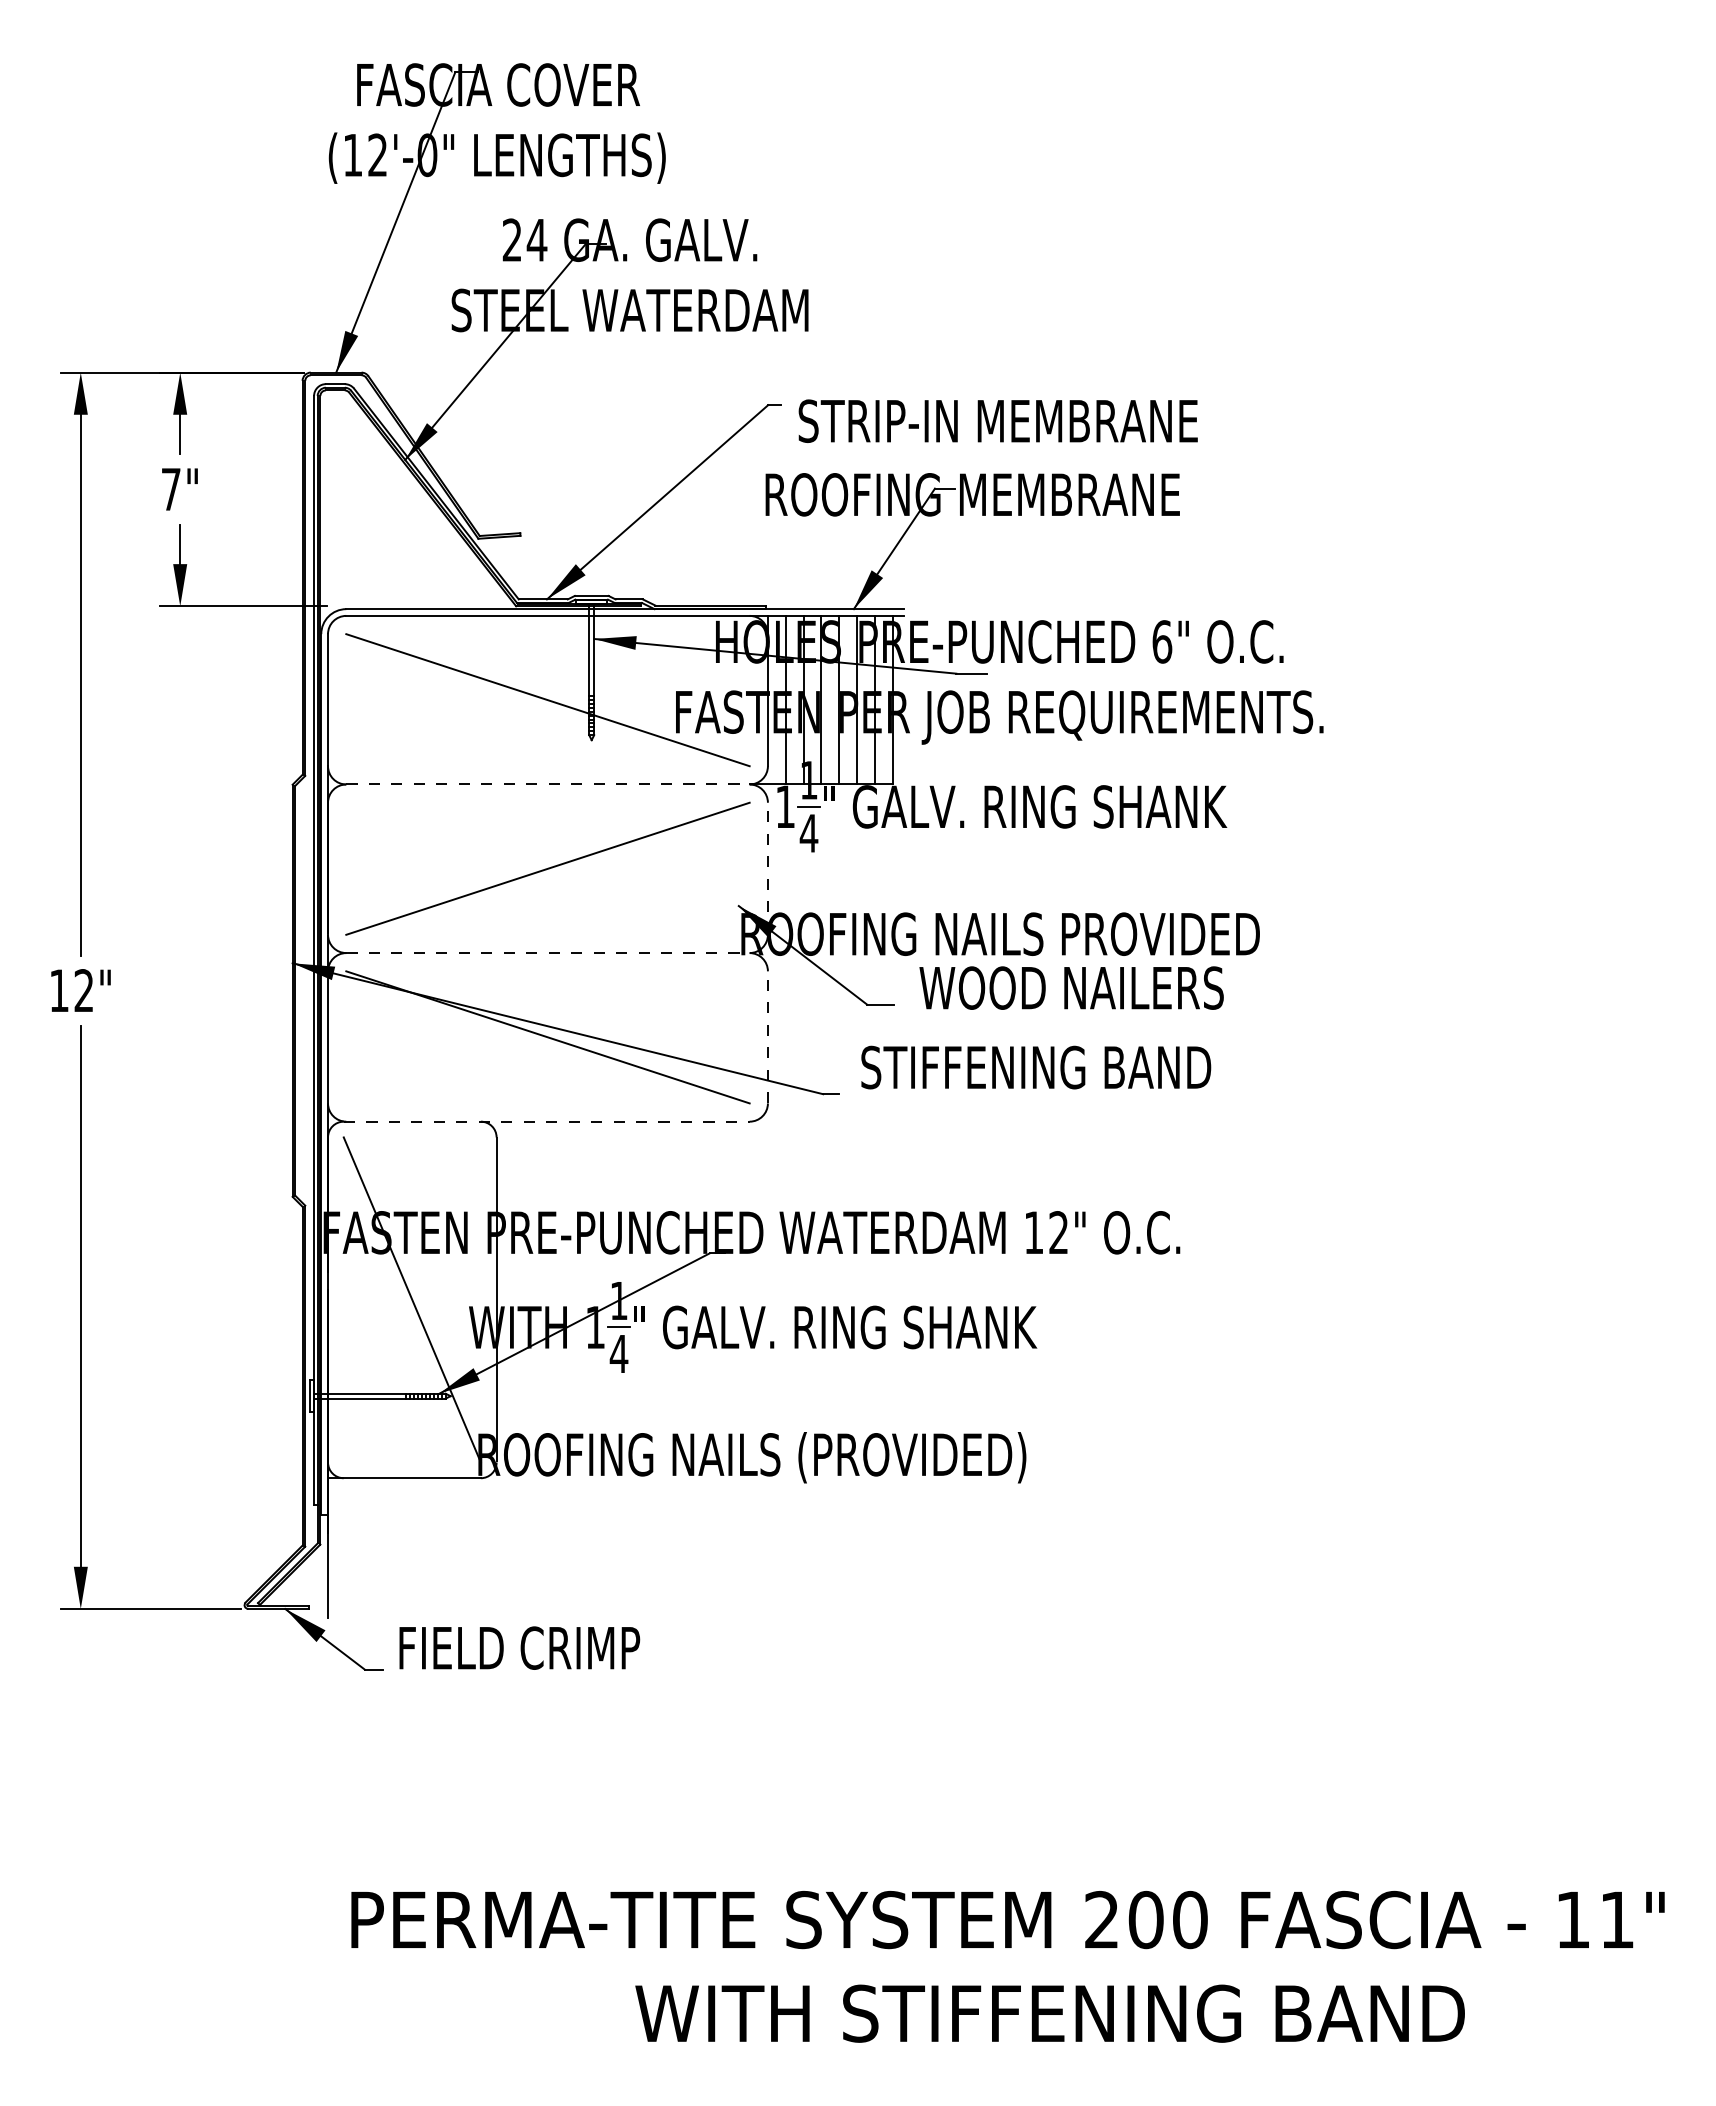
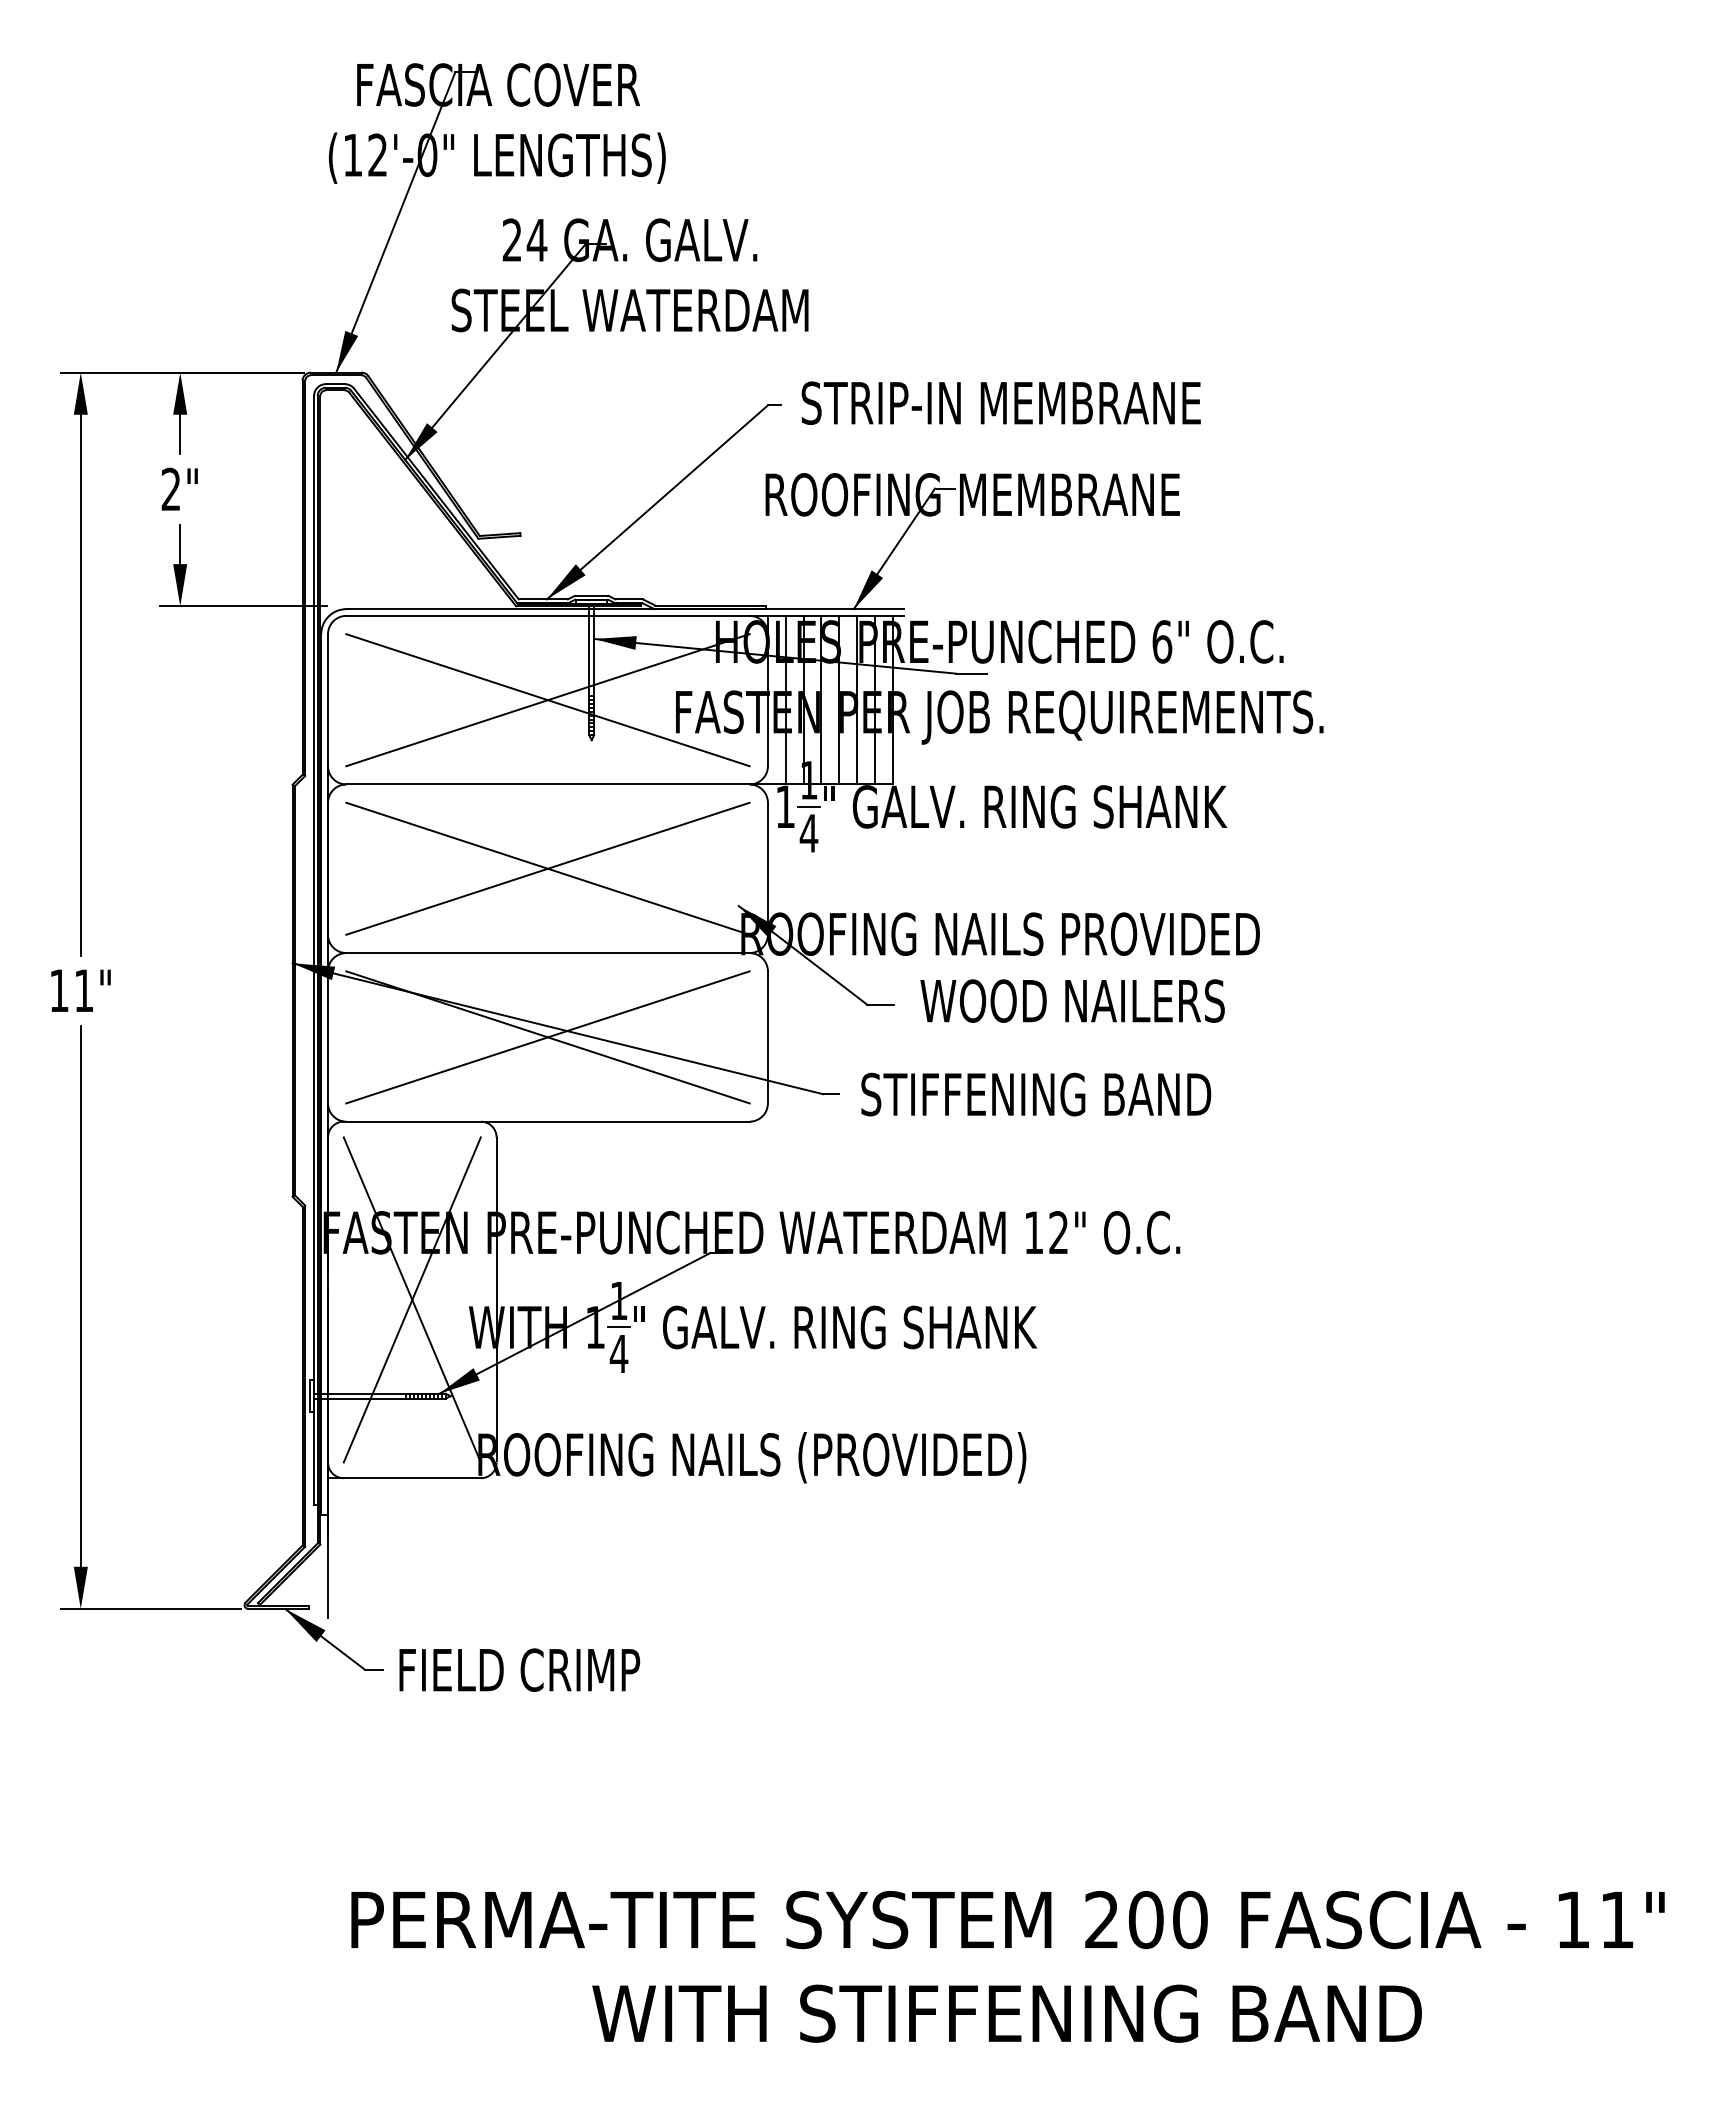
text at (997, 420) position: (997, 420) -> (1000, 402)
text at (170, 488): 7" -> 2"
line at (547, 700): none -> present
line at (547, 784): dashed -> solid
line at (547, 868): none -> present
line at (767, 868): dashed -> solid
line at (547, 953): dashed -> solid
text at (1071, 987) position: (1071, 987) -> (1072, 1000)
text at (83, 990): 12" -> 11"
line at (767, 1036): dashed -> solid
line at (547, 1037): none -> present
text at (1036, 1067) position: (1036, 1067) -> (1036, 1094)
line at (546, 1121): dashed -> solid
line at (411, 1299): none -> present
text at (519, 1647) position: (519, 1647) -> (519, 1669)
text at (1049, 2013) position: (1049, 2013) -> (1006, 2013)
